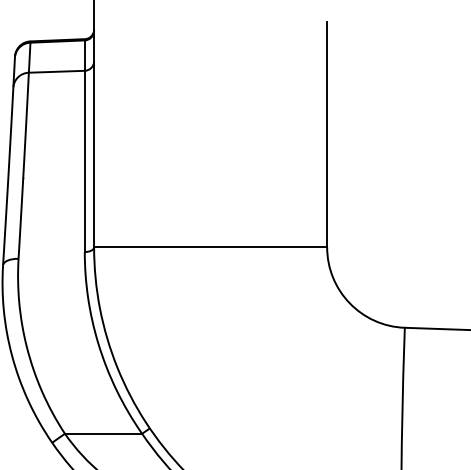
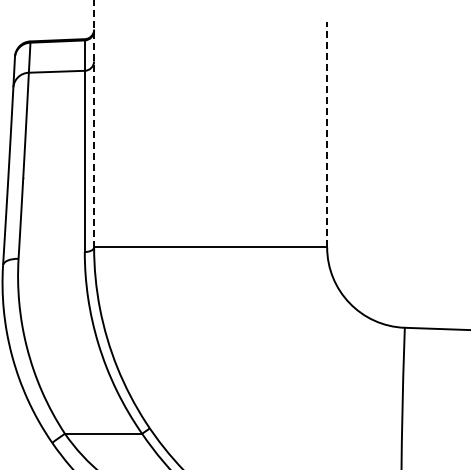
line at (94, 124): solid -> dashed
line at (327, 134): solid -> dashed
